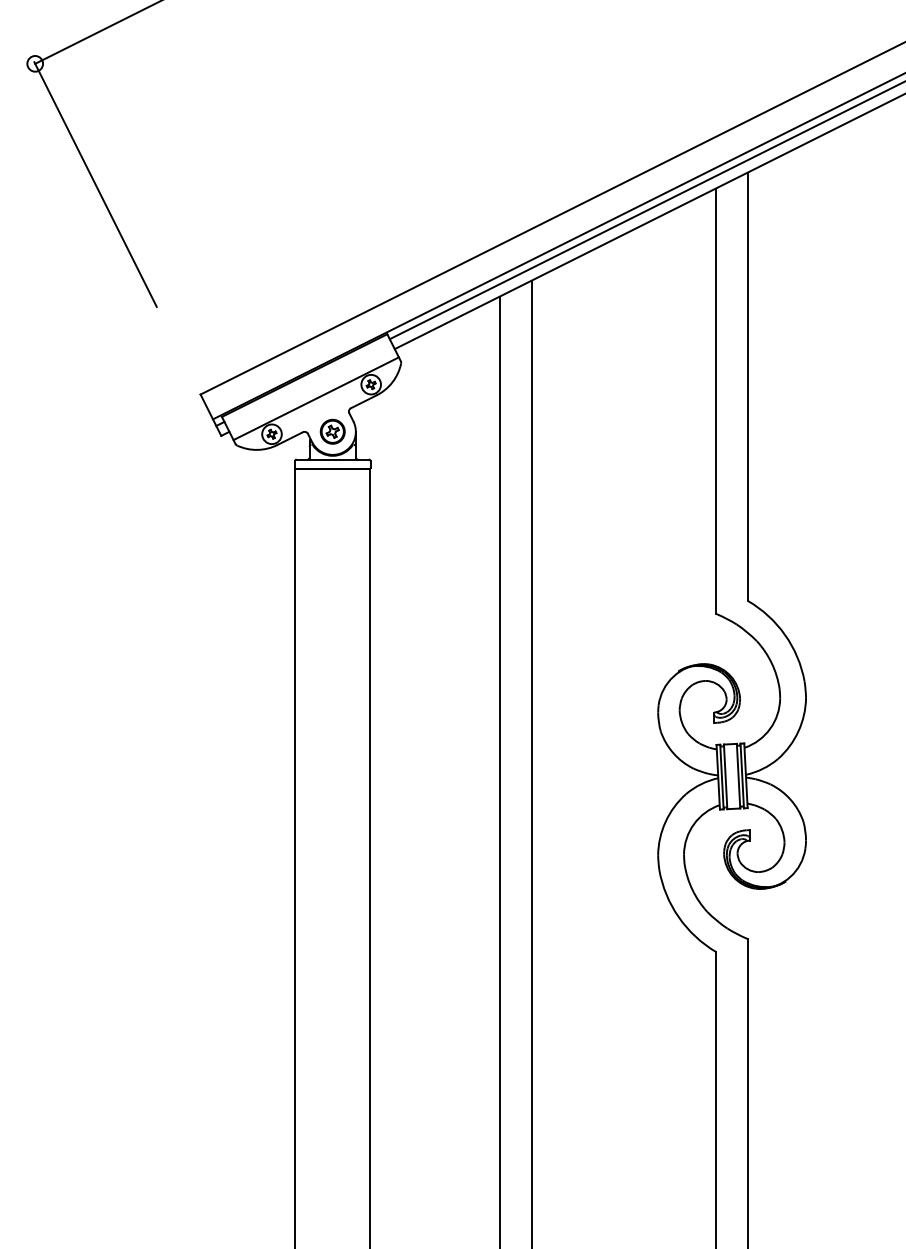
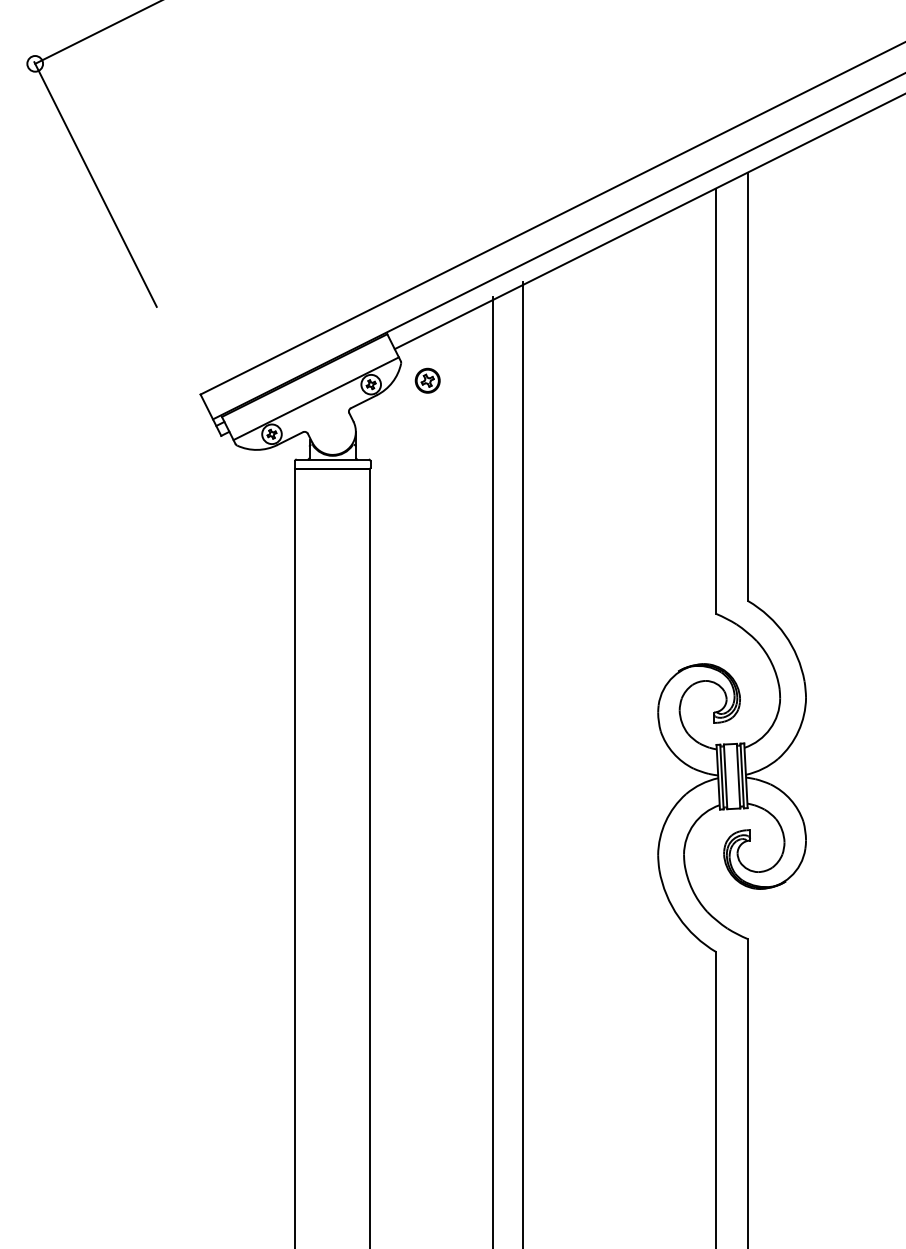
line at (645, 210): present -> none
part at (332, 431) position: (332, 431) -> (427, 380)
line at (531, 763) position: (531, 763) -> (522, 763)
line at (500, 771) position: (500, 771) -> (493, 771)
